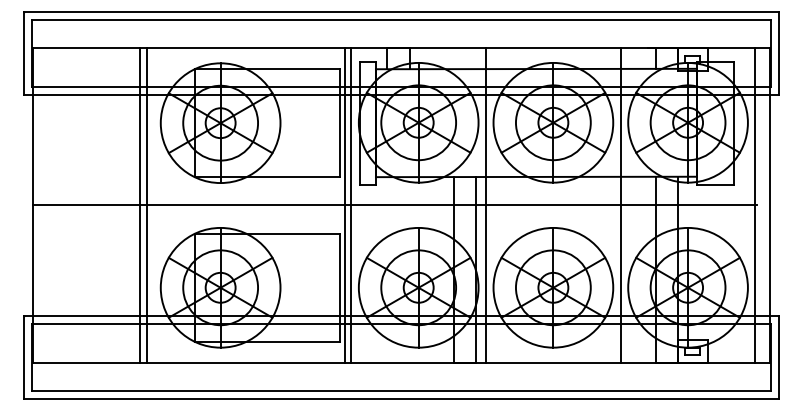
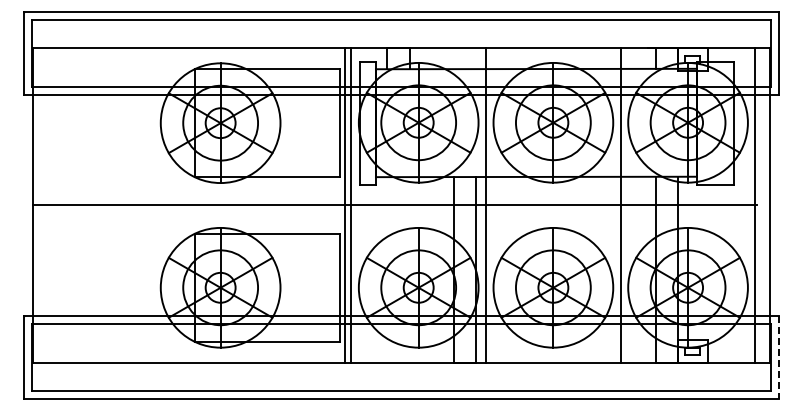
line at (140, 205): present -> none
line at (146, 205): present -> none
line at (778, 357): solid -> dashed
